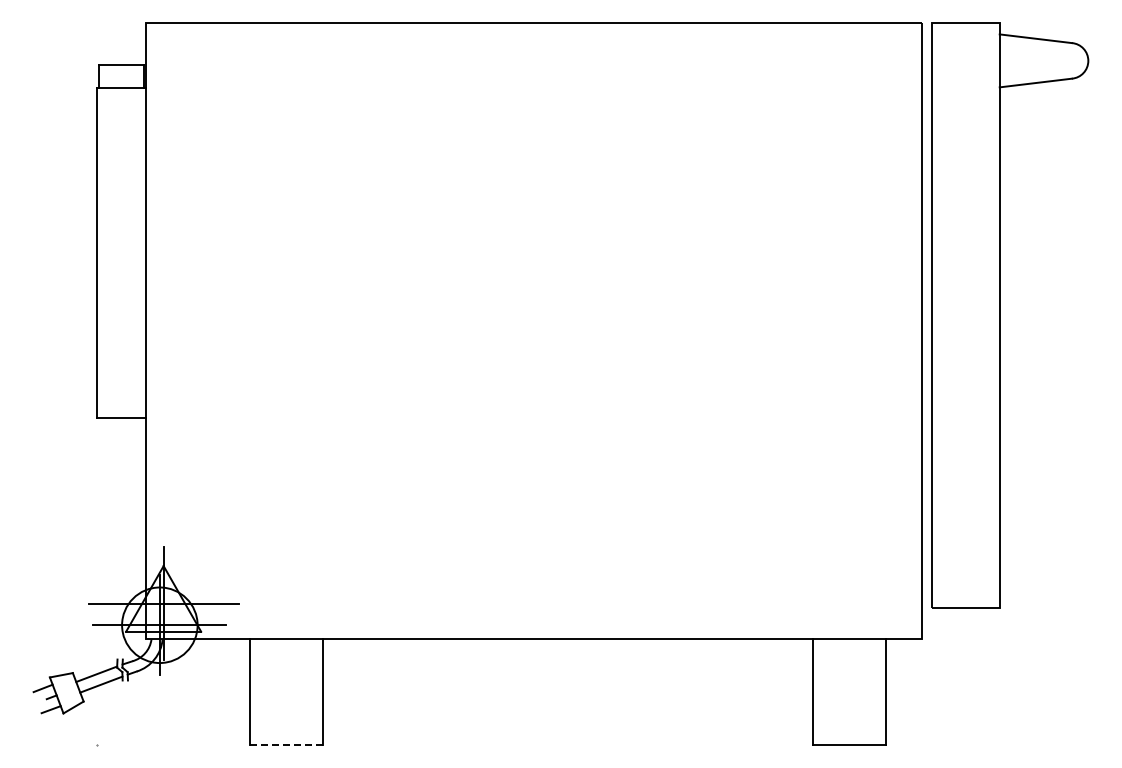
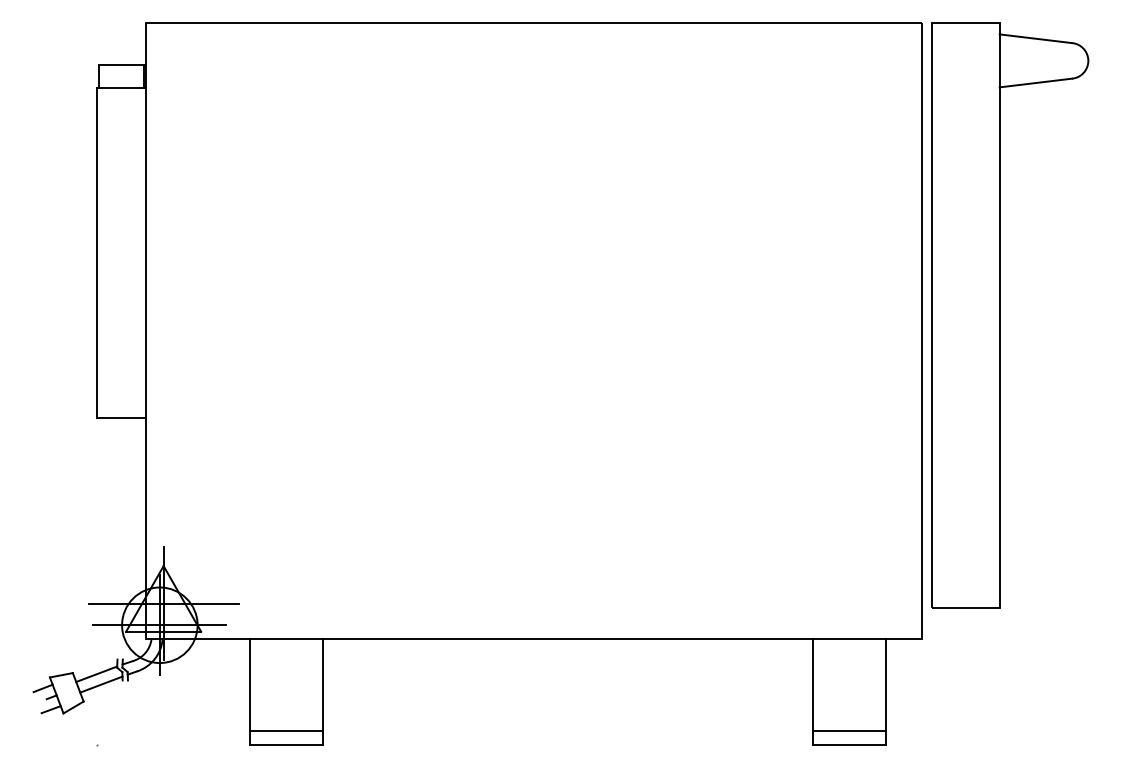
line at (286, 730): none -> present
line at (848, 730): none -> present
line at (286, 744): dashed -> solid
